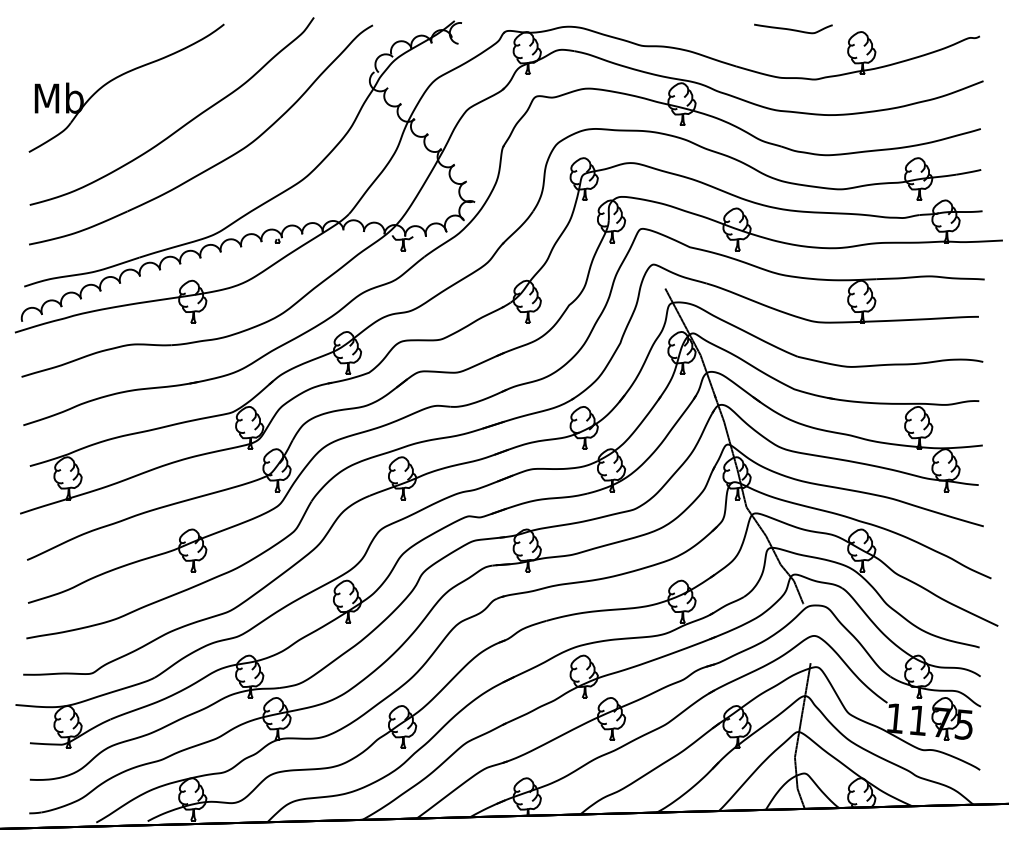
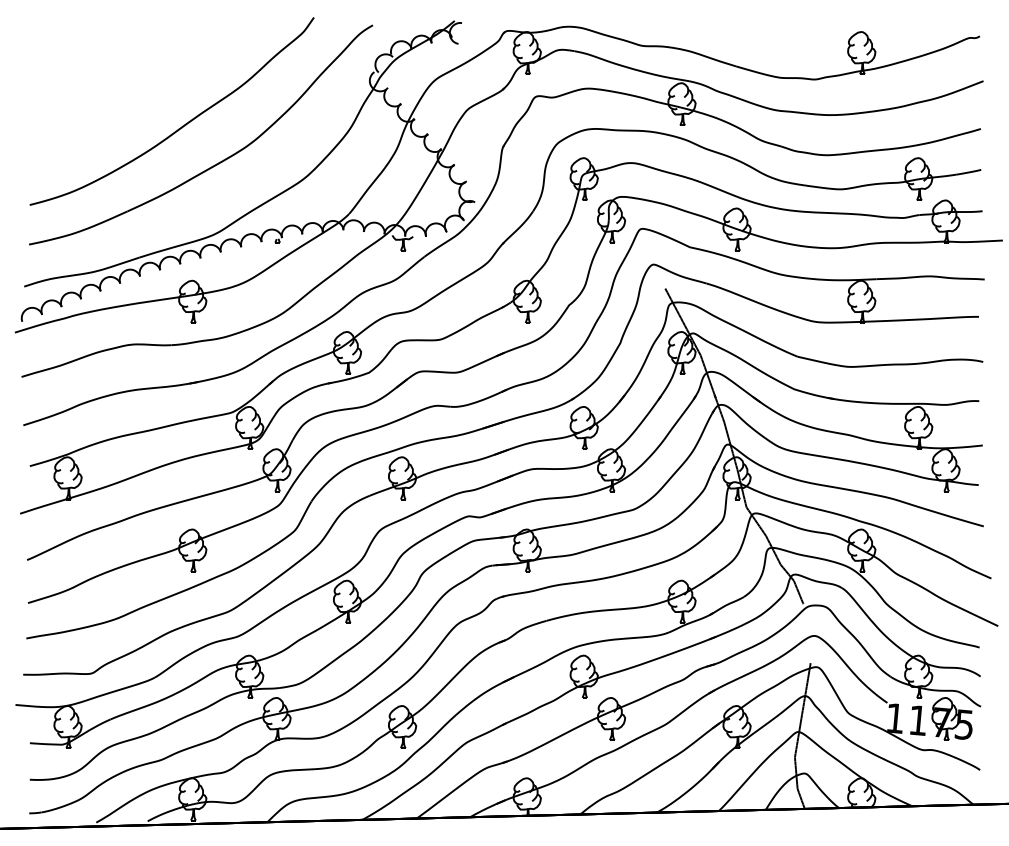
curve at (793, 29): present -> none
part at (121, 76): present -> none
